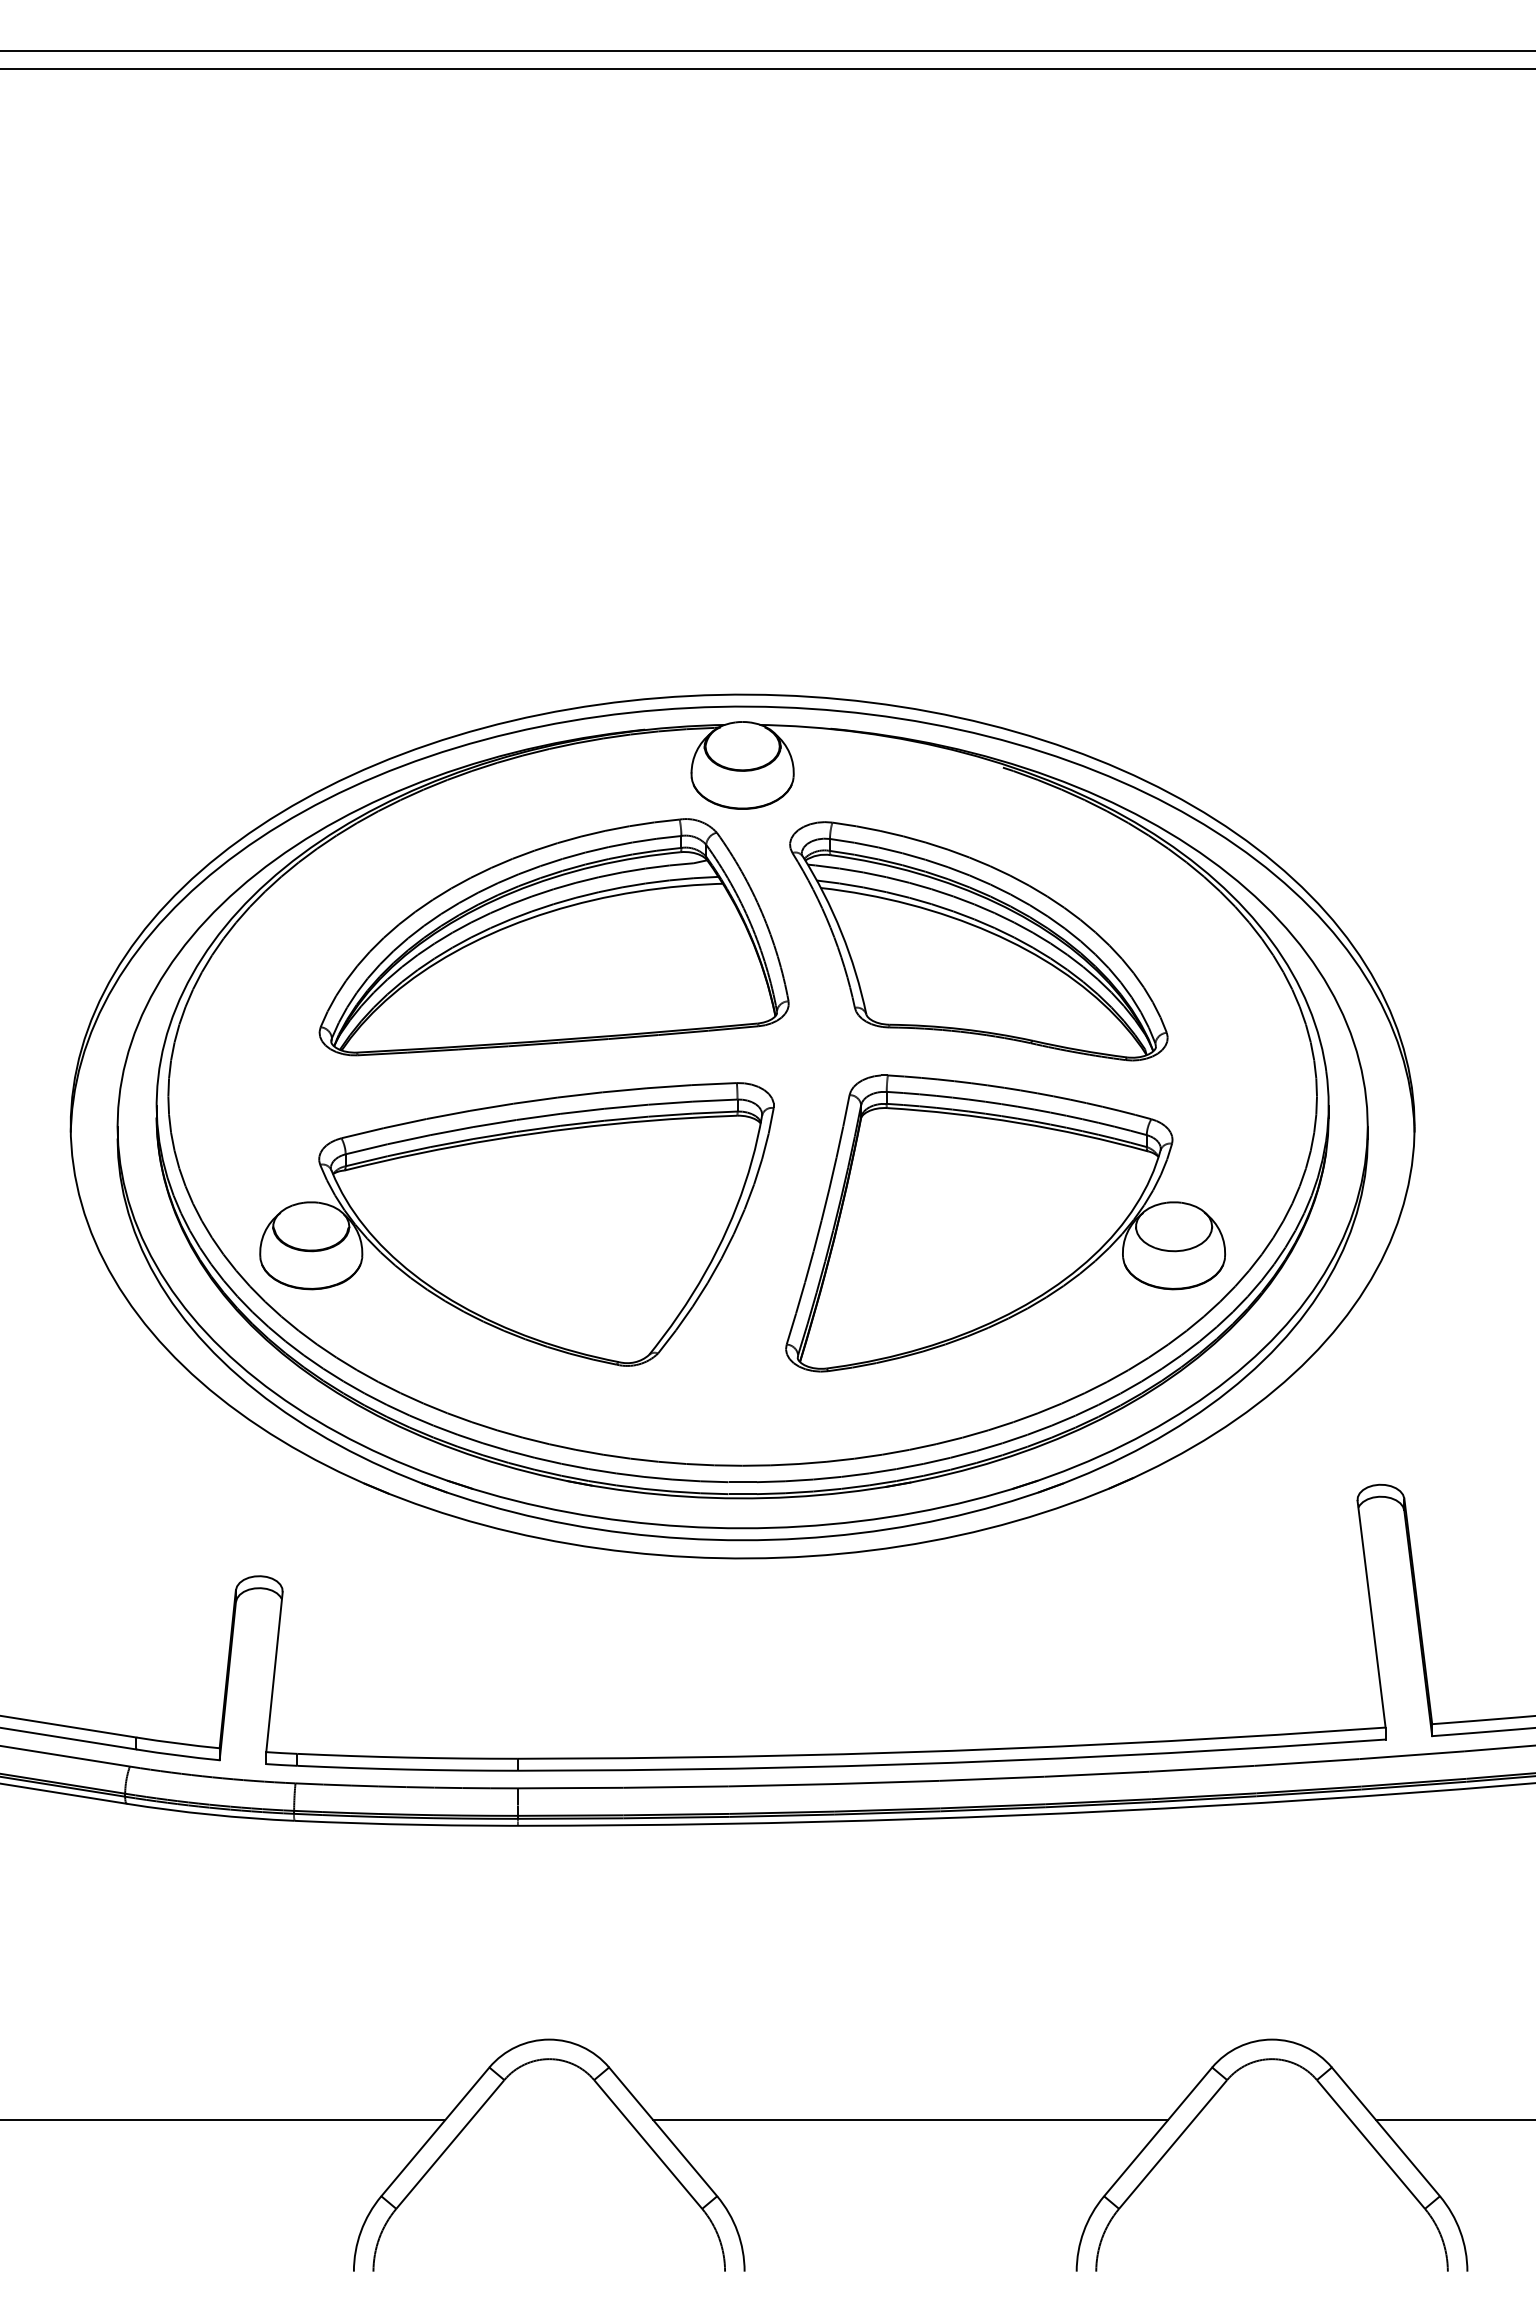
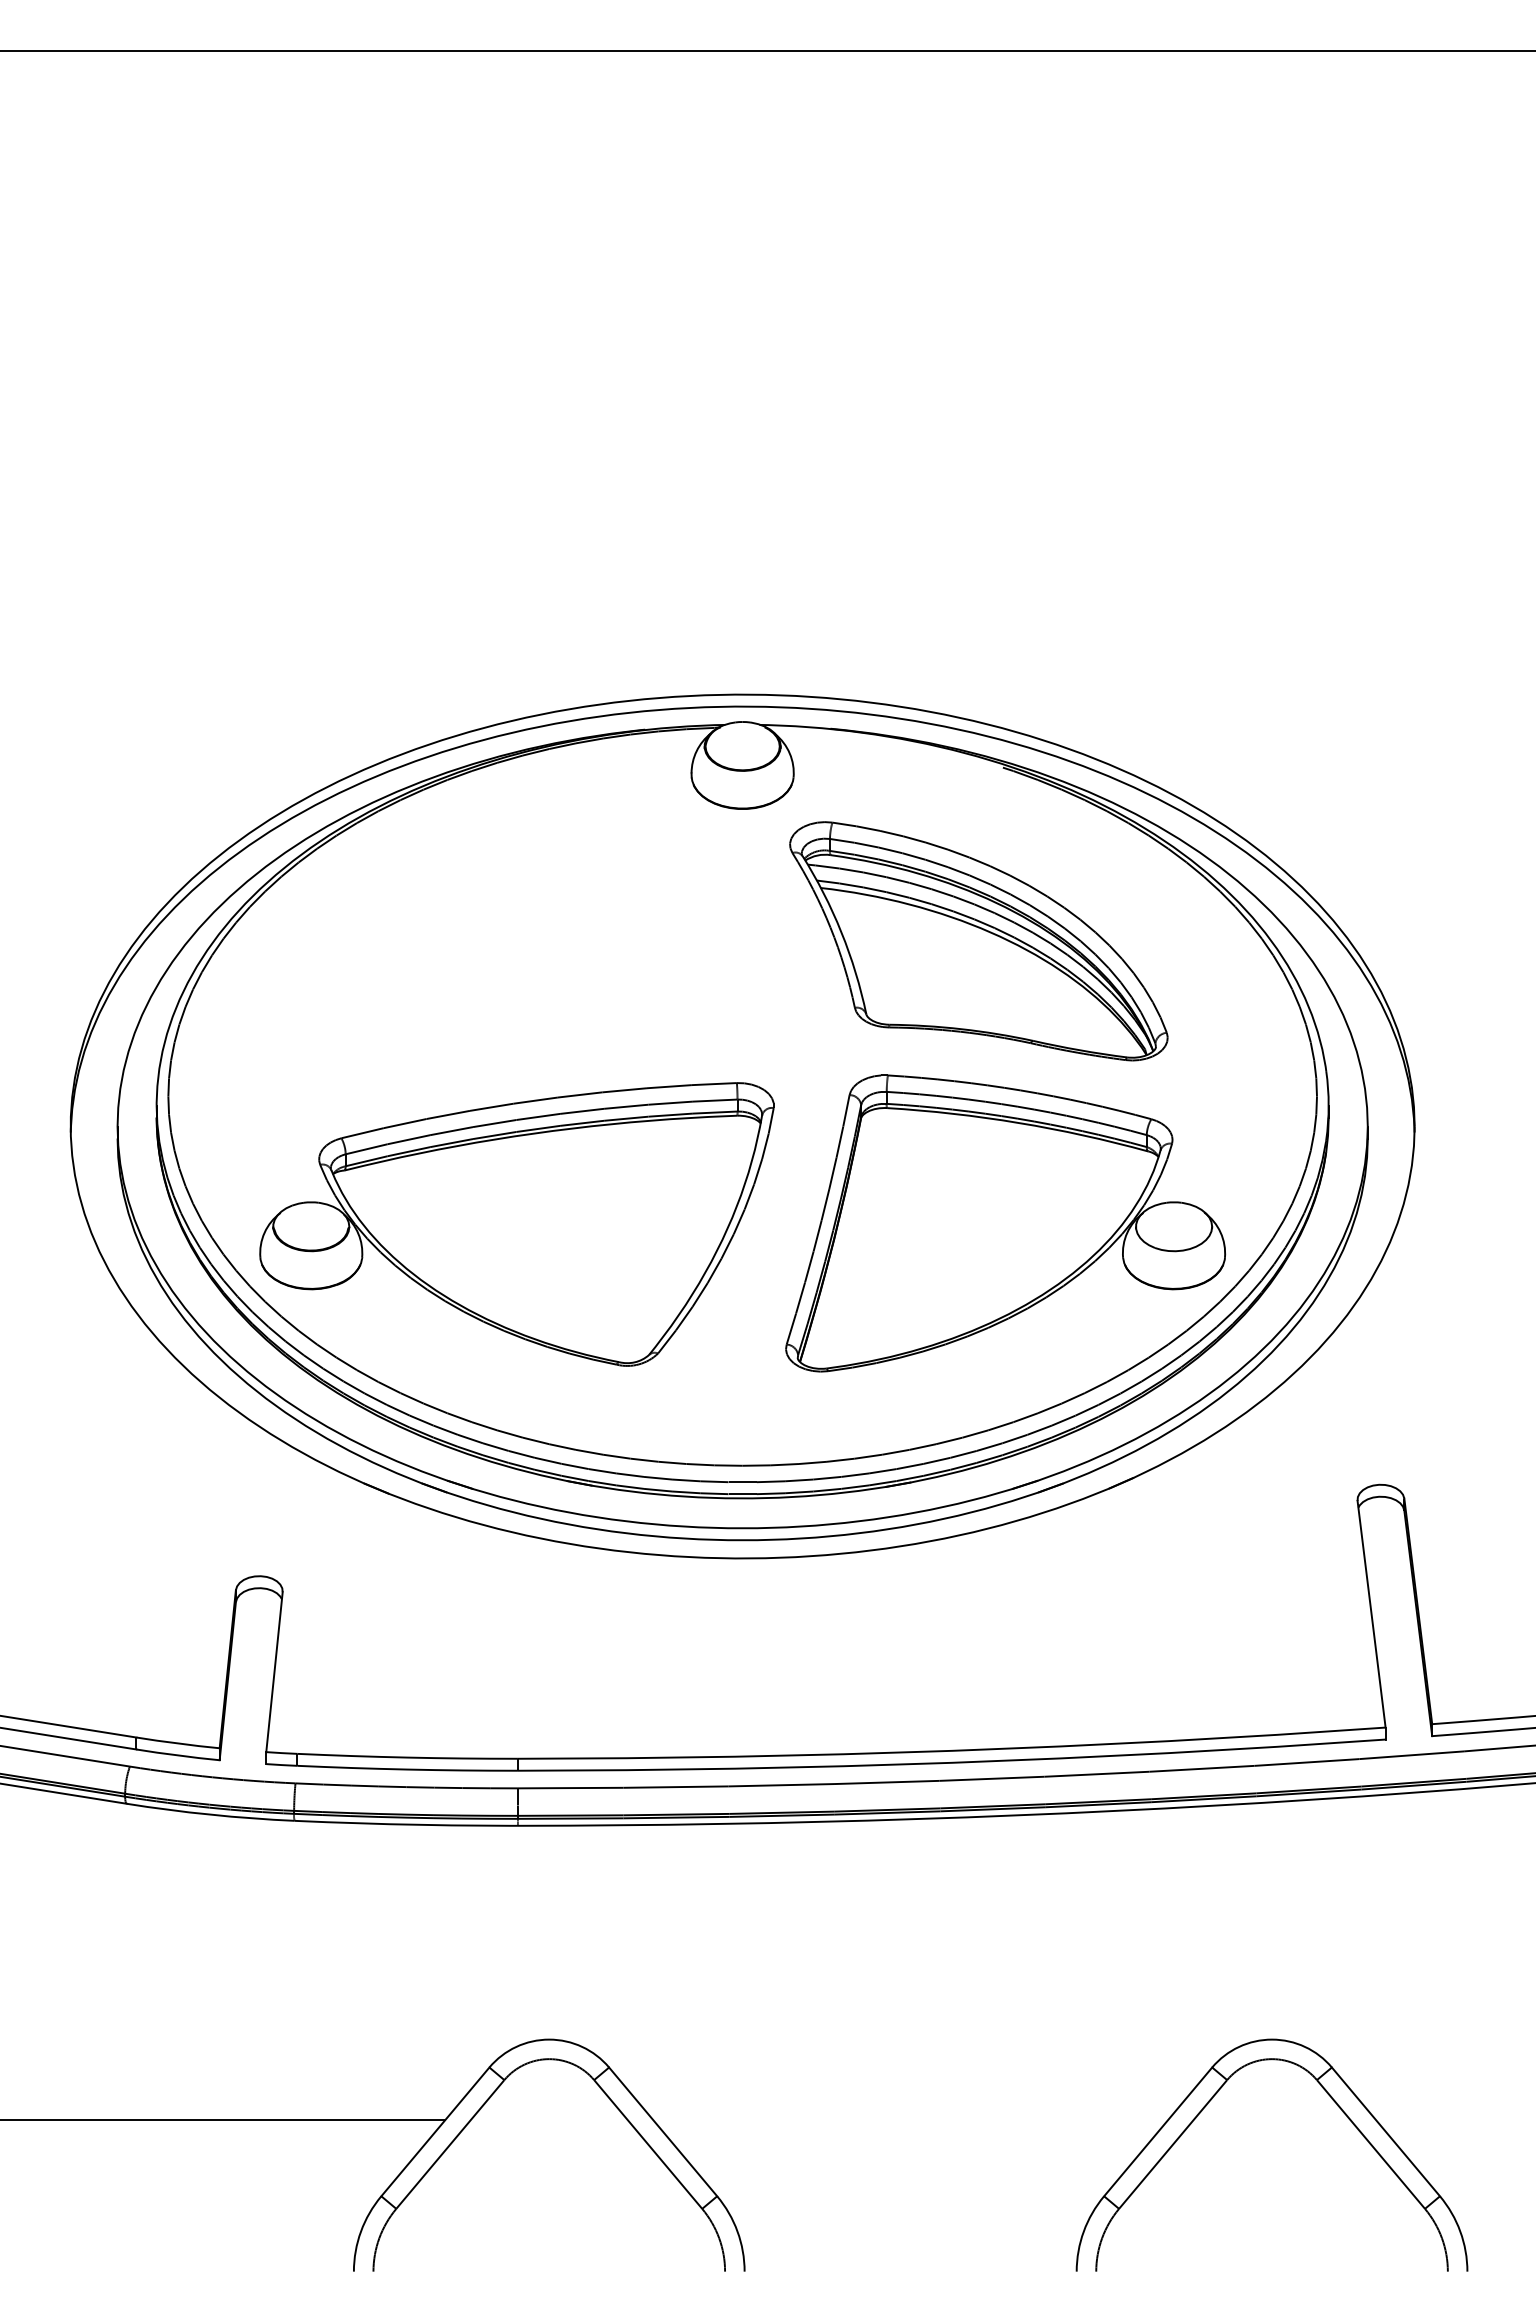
line at (767, 69): present -> none
part at (553, 937): present -> none
line at (910, 2120): present -> none
line at (1453, 2120): present -> none
